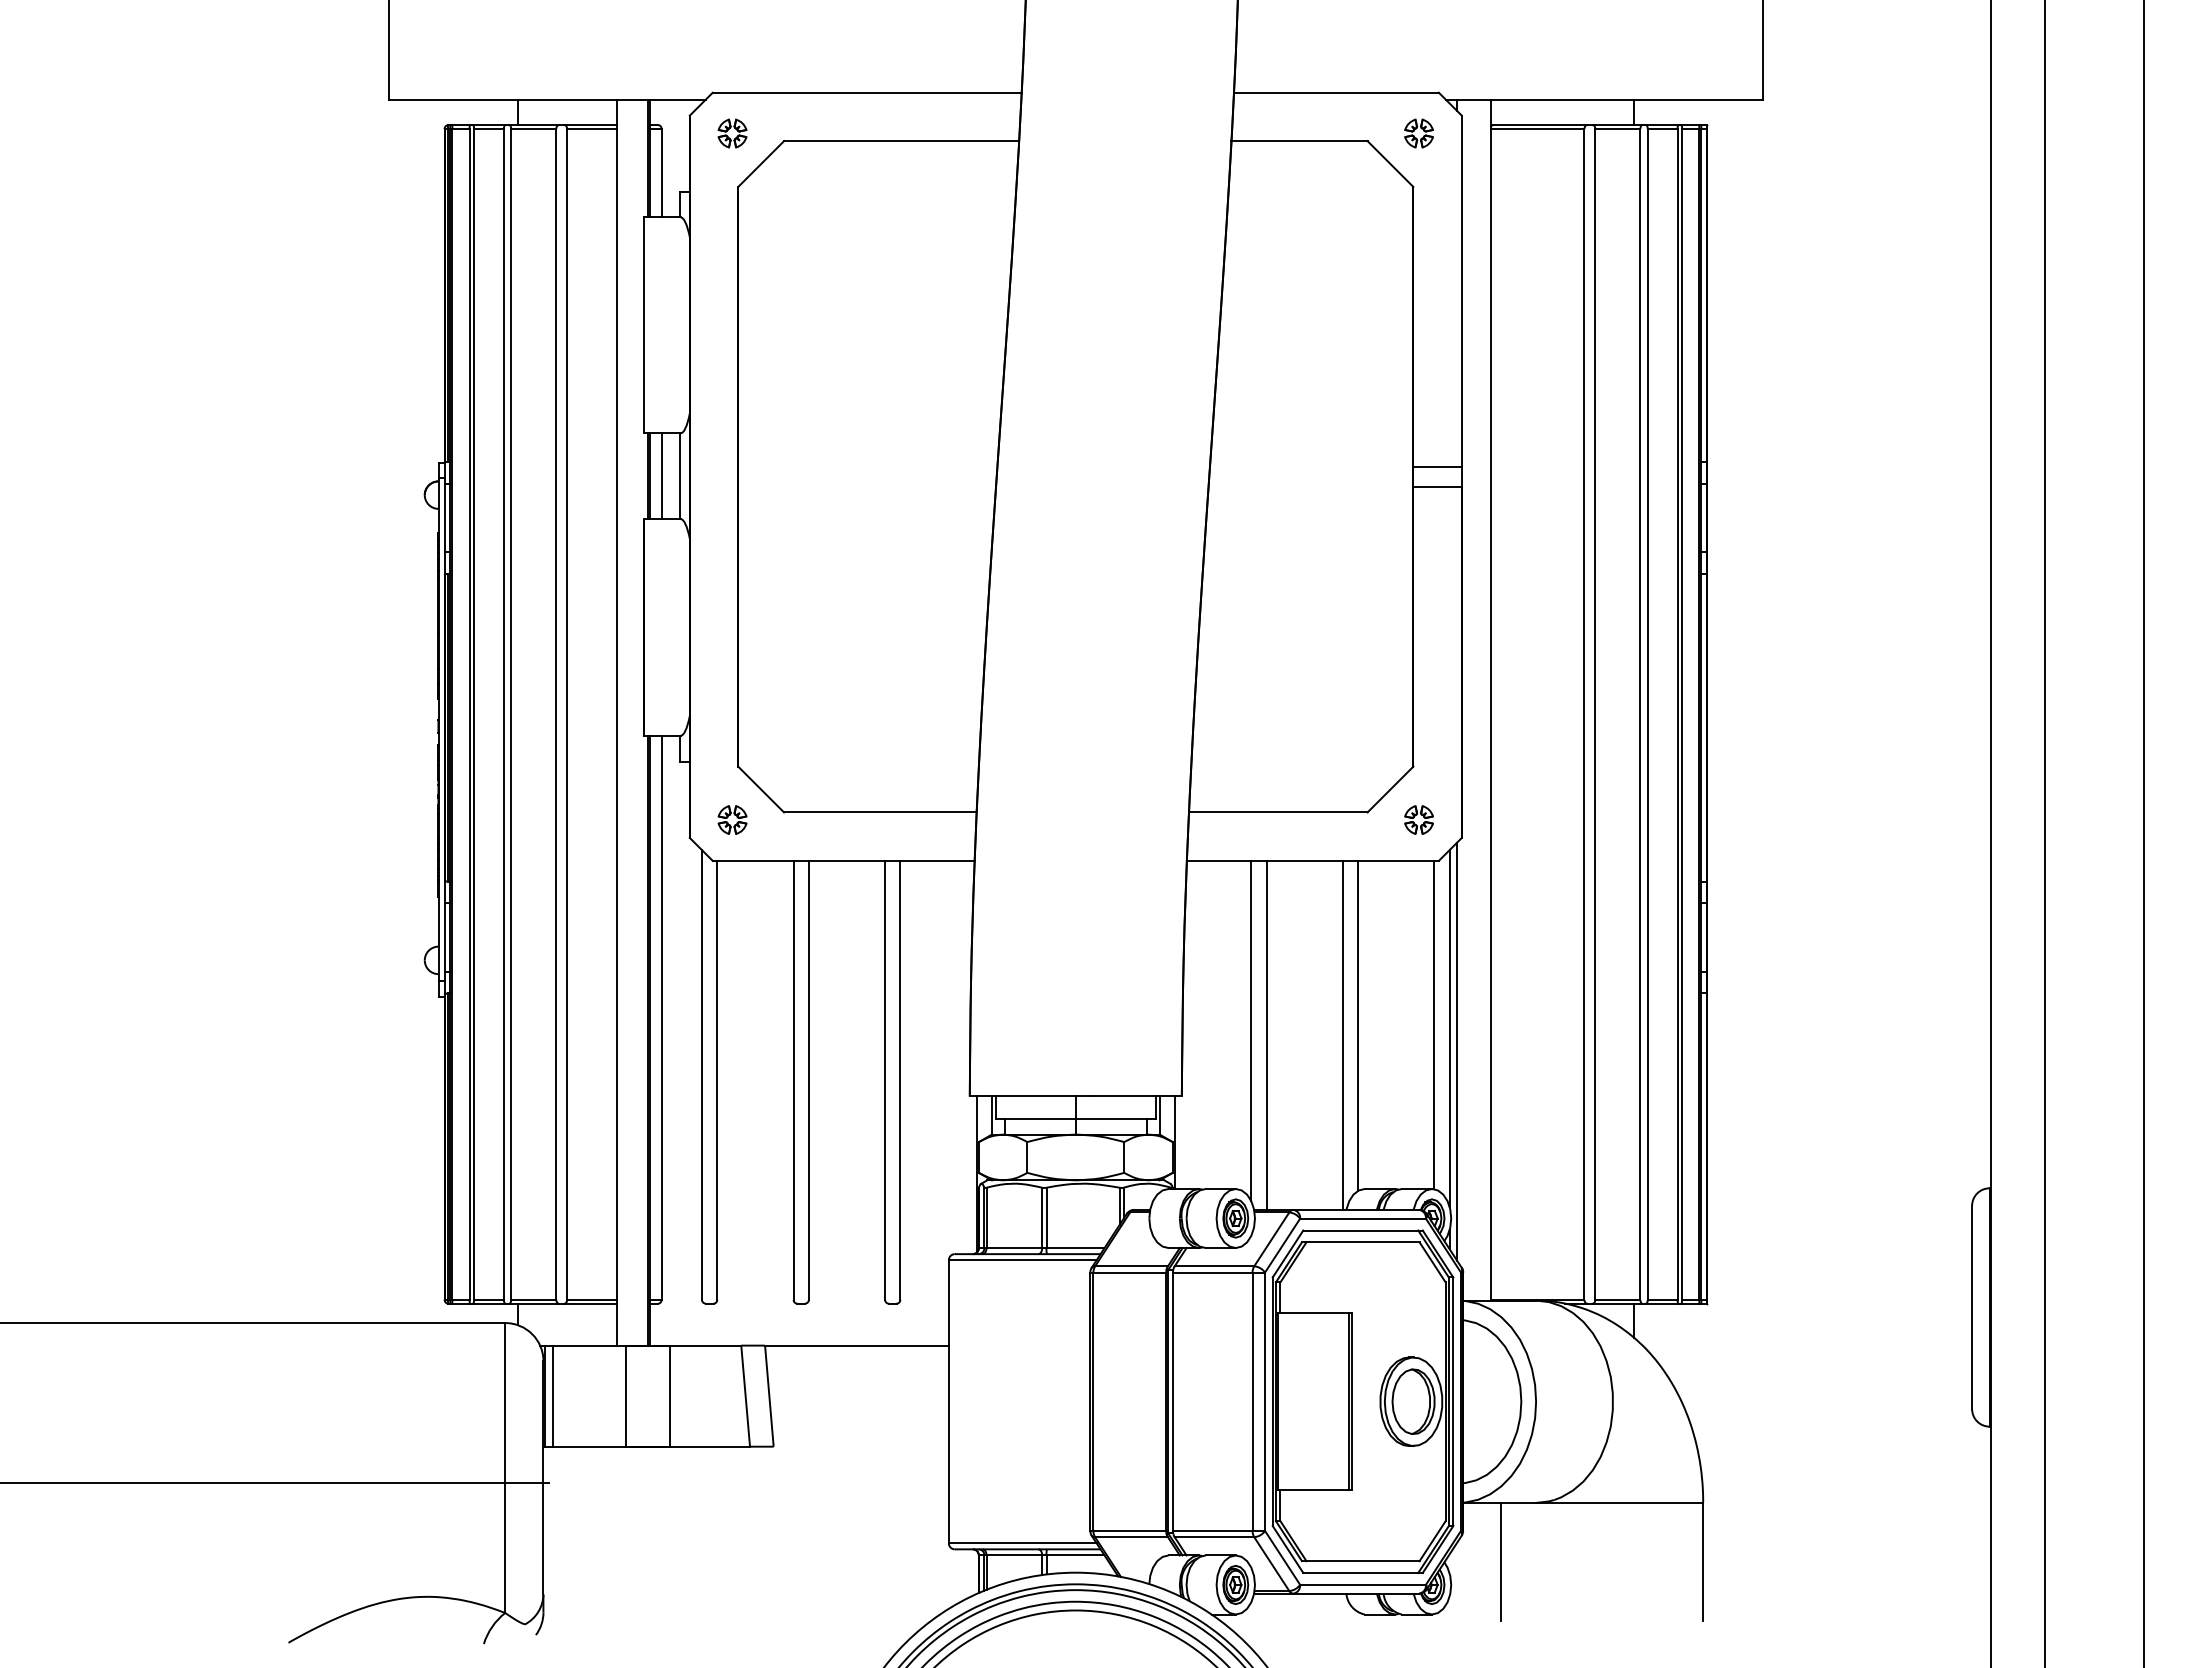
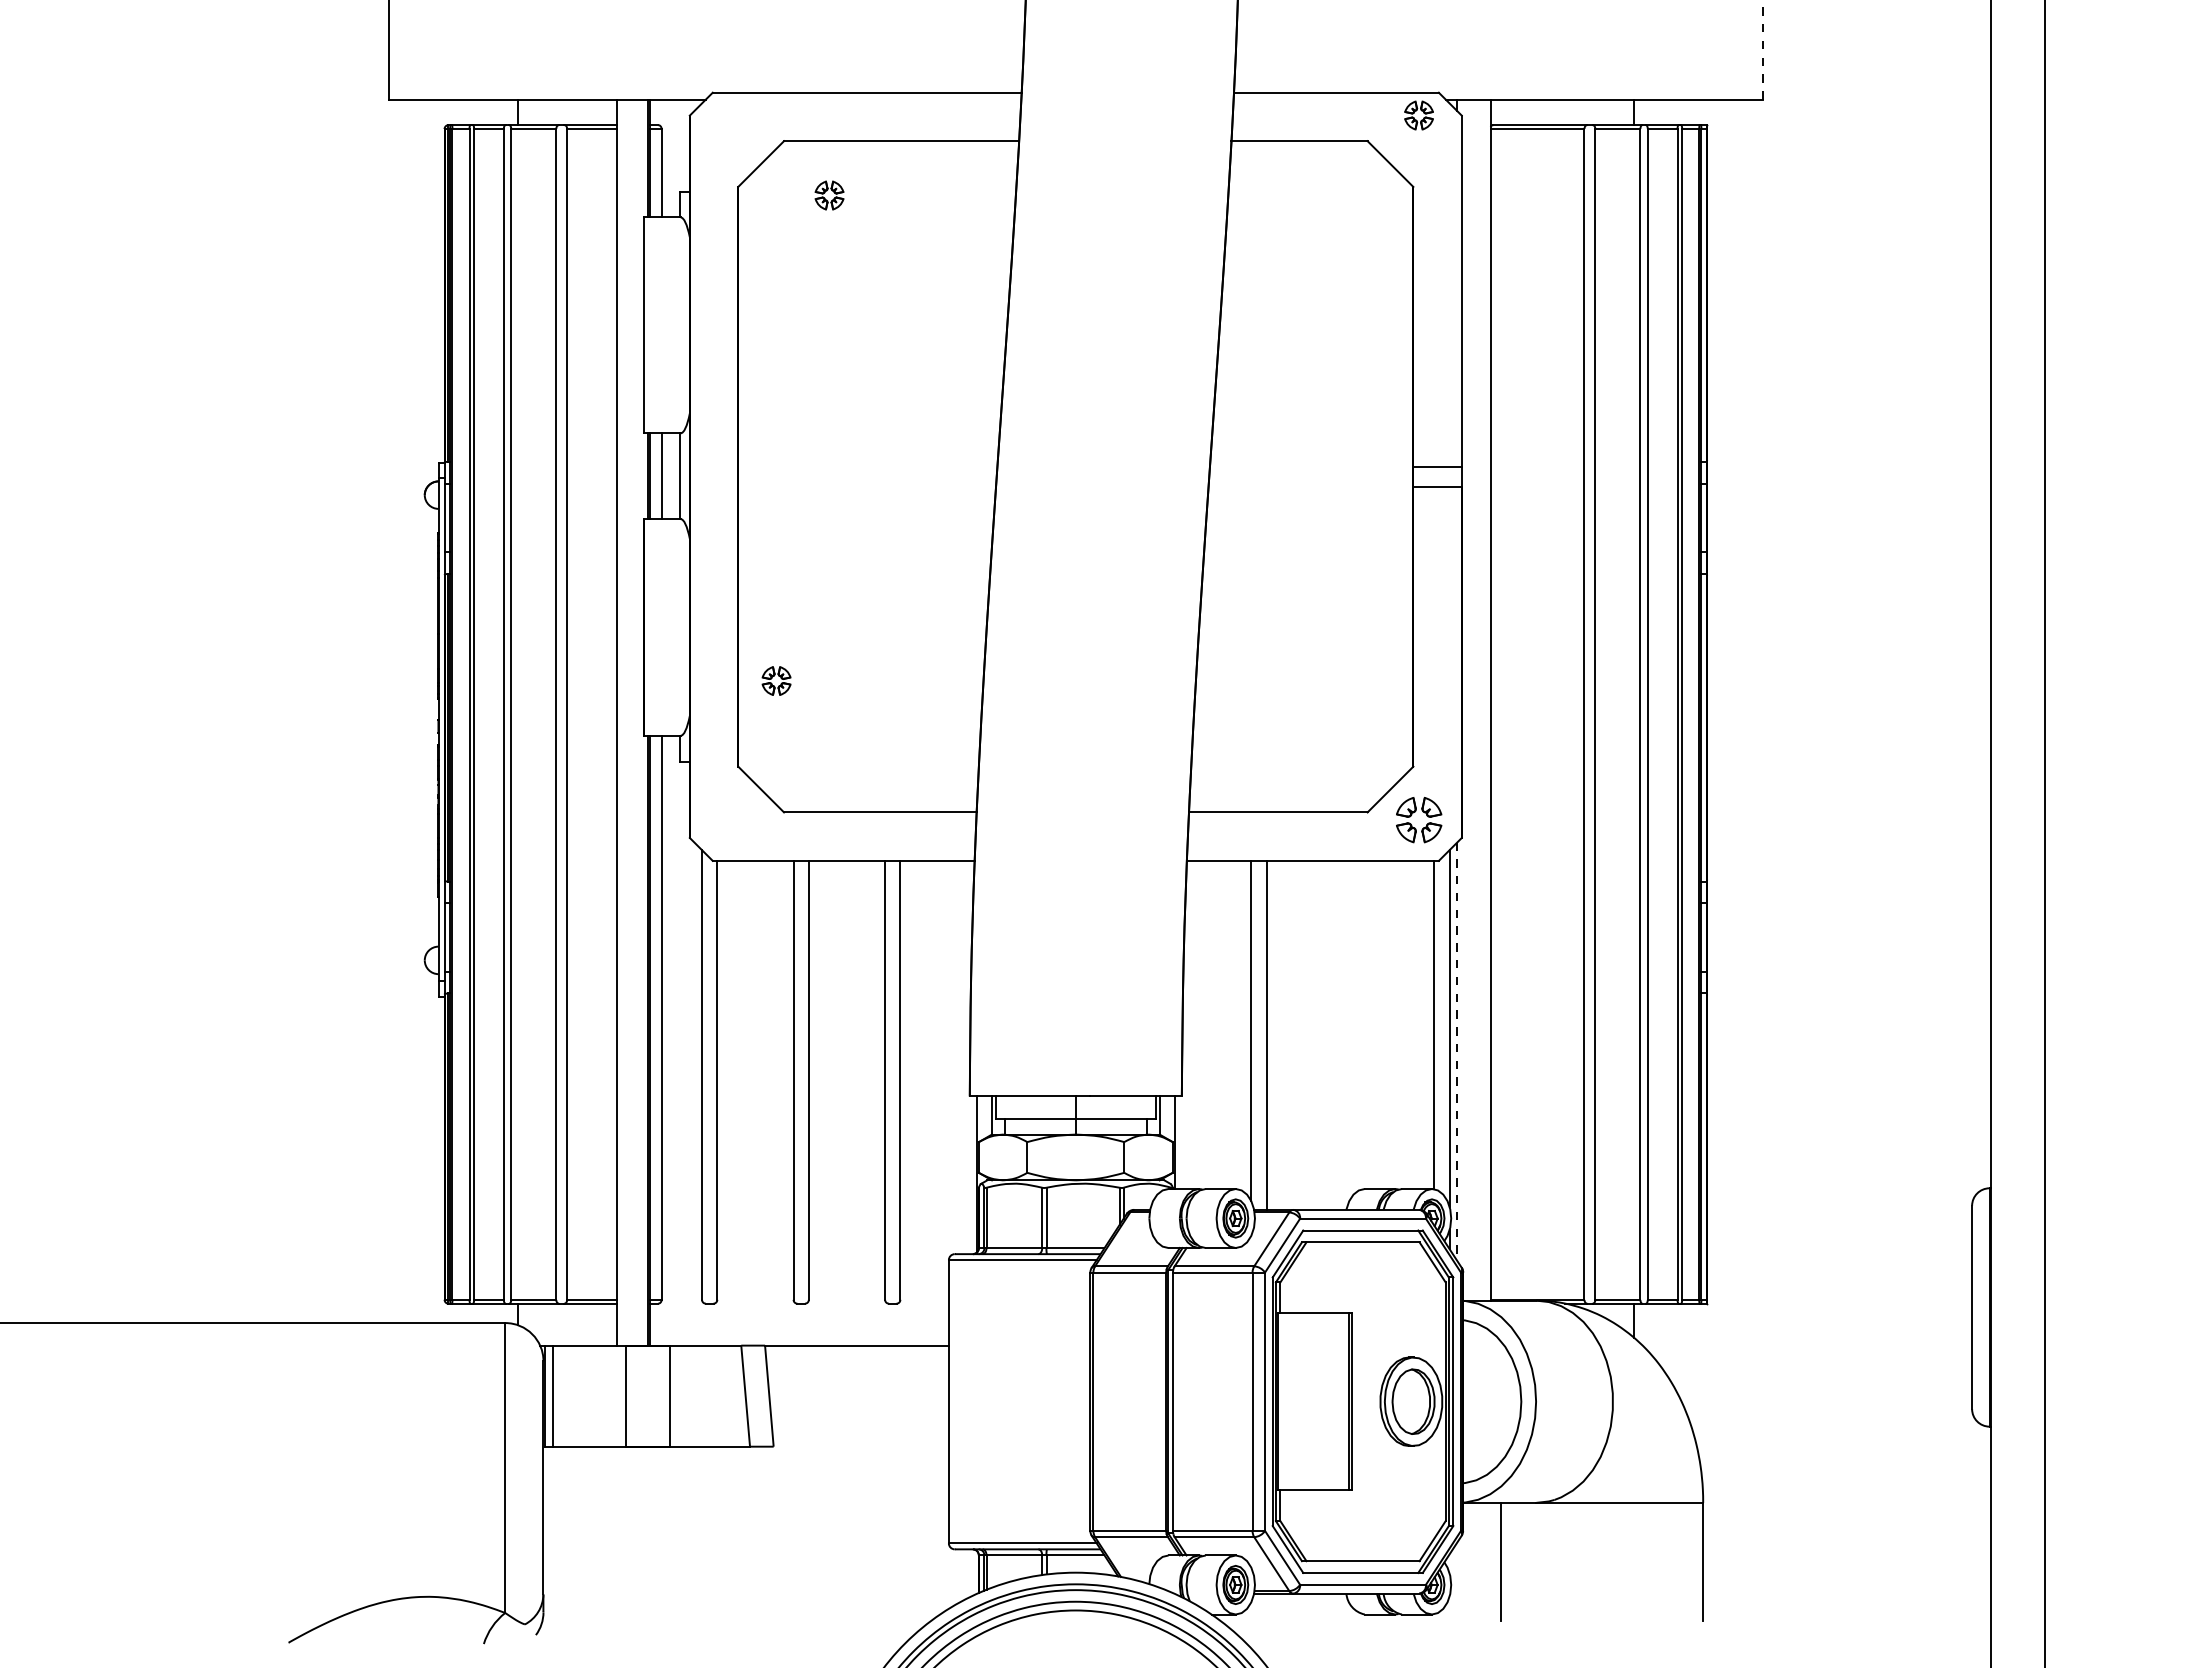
line at (1763, 49): solid -> dashed
part at (732, 133) position: (732, 133) -> (829, 195)
part at (1418, 133) position: (1418, 133) -> (1418, 115)
part at (732, 819) position: (732, 819) -> (776, 680)
part at (1418, 819) size: 30x30 px -> 47x47 px
line at (2143, 833): present -> none
line at (1358, 1025): present -> none
line at (1342, 1034): present -> none
line at (1457, 1052): solid -> dashed
line at (275, 1482): present -> none
